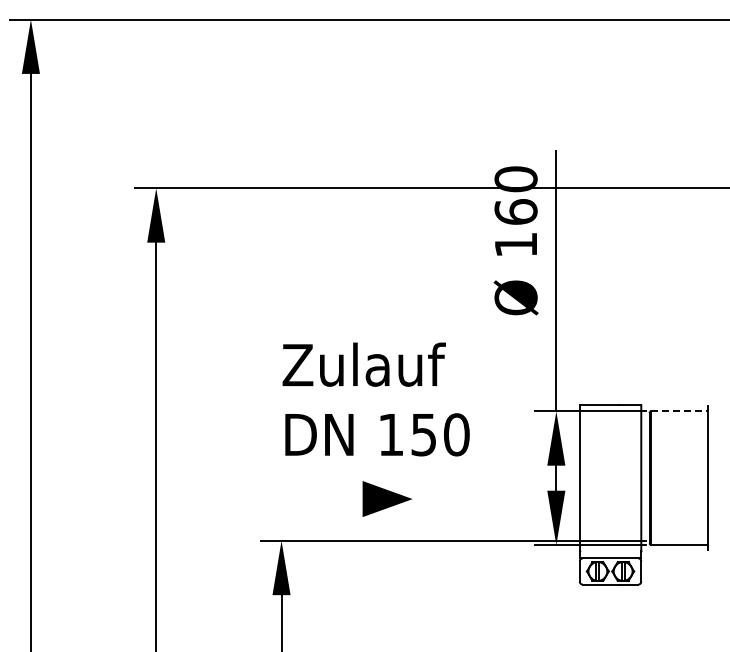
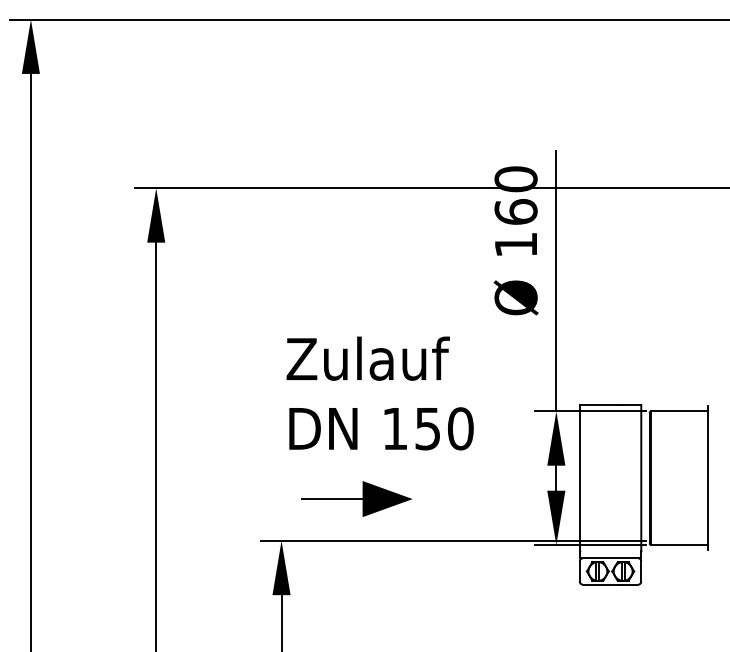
text at (375, 399) position: (375, 399) -> (379, 393)
line at (680, 411): dashed -> solid
line at (332, 499): none -> present
